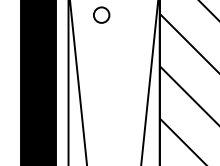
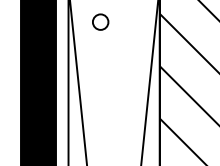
circle at (101, 14) position: (101, 14) -> (100, 21)
